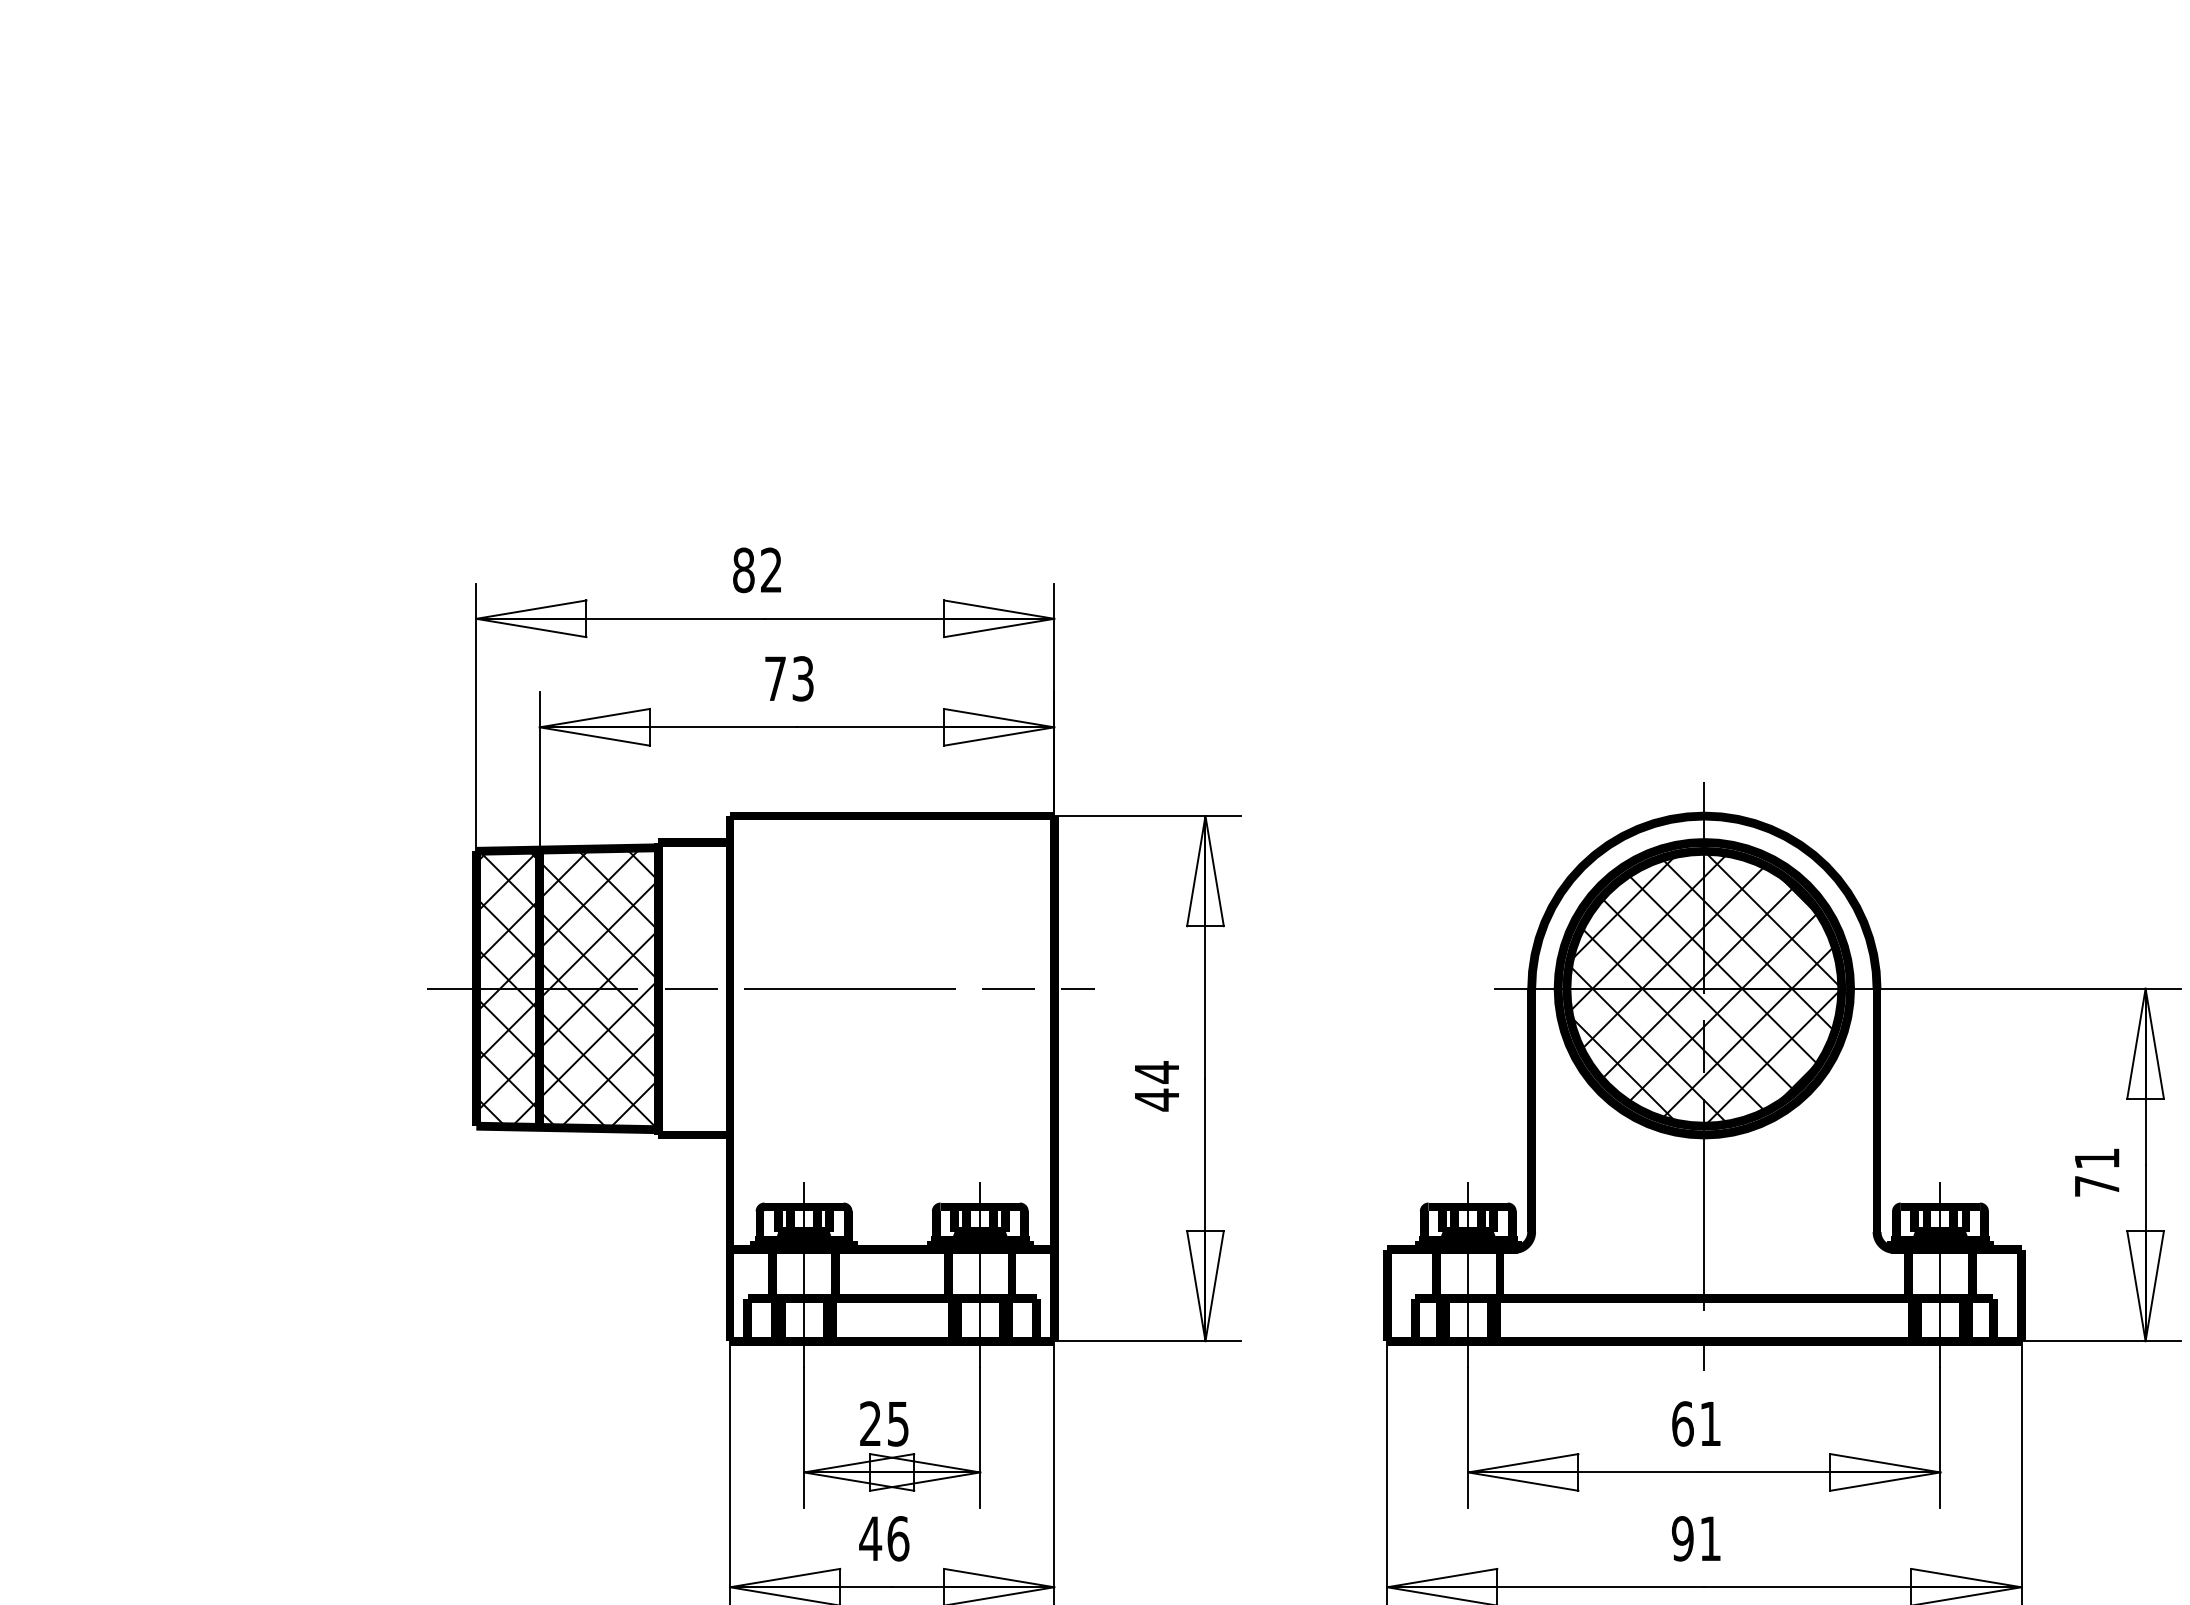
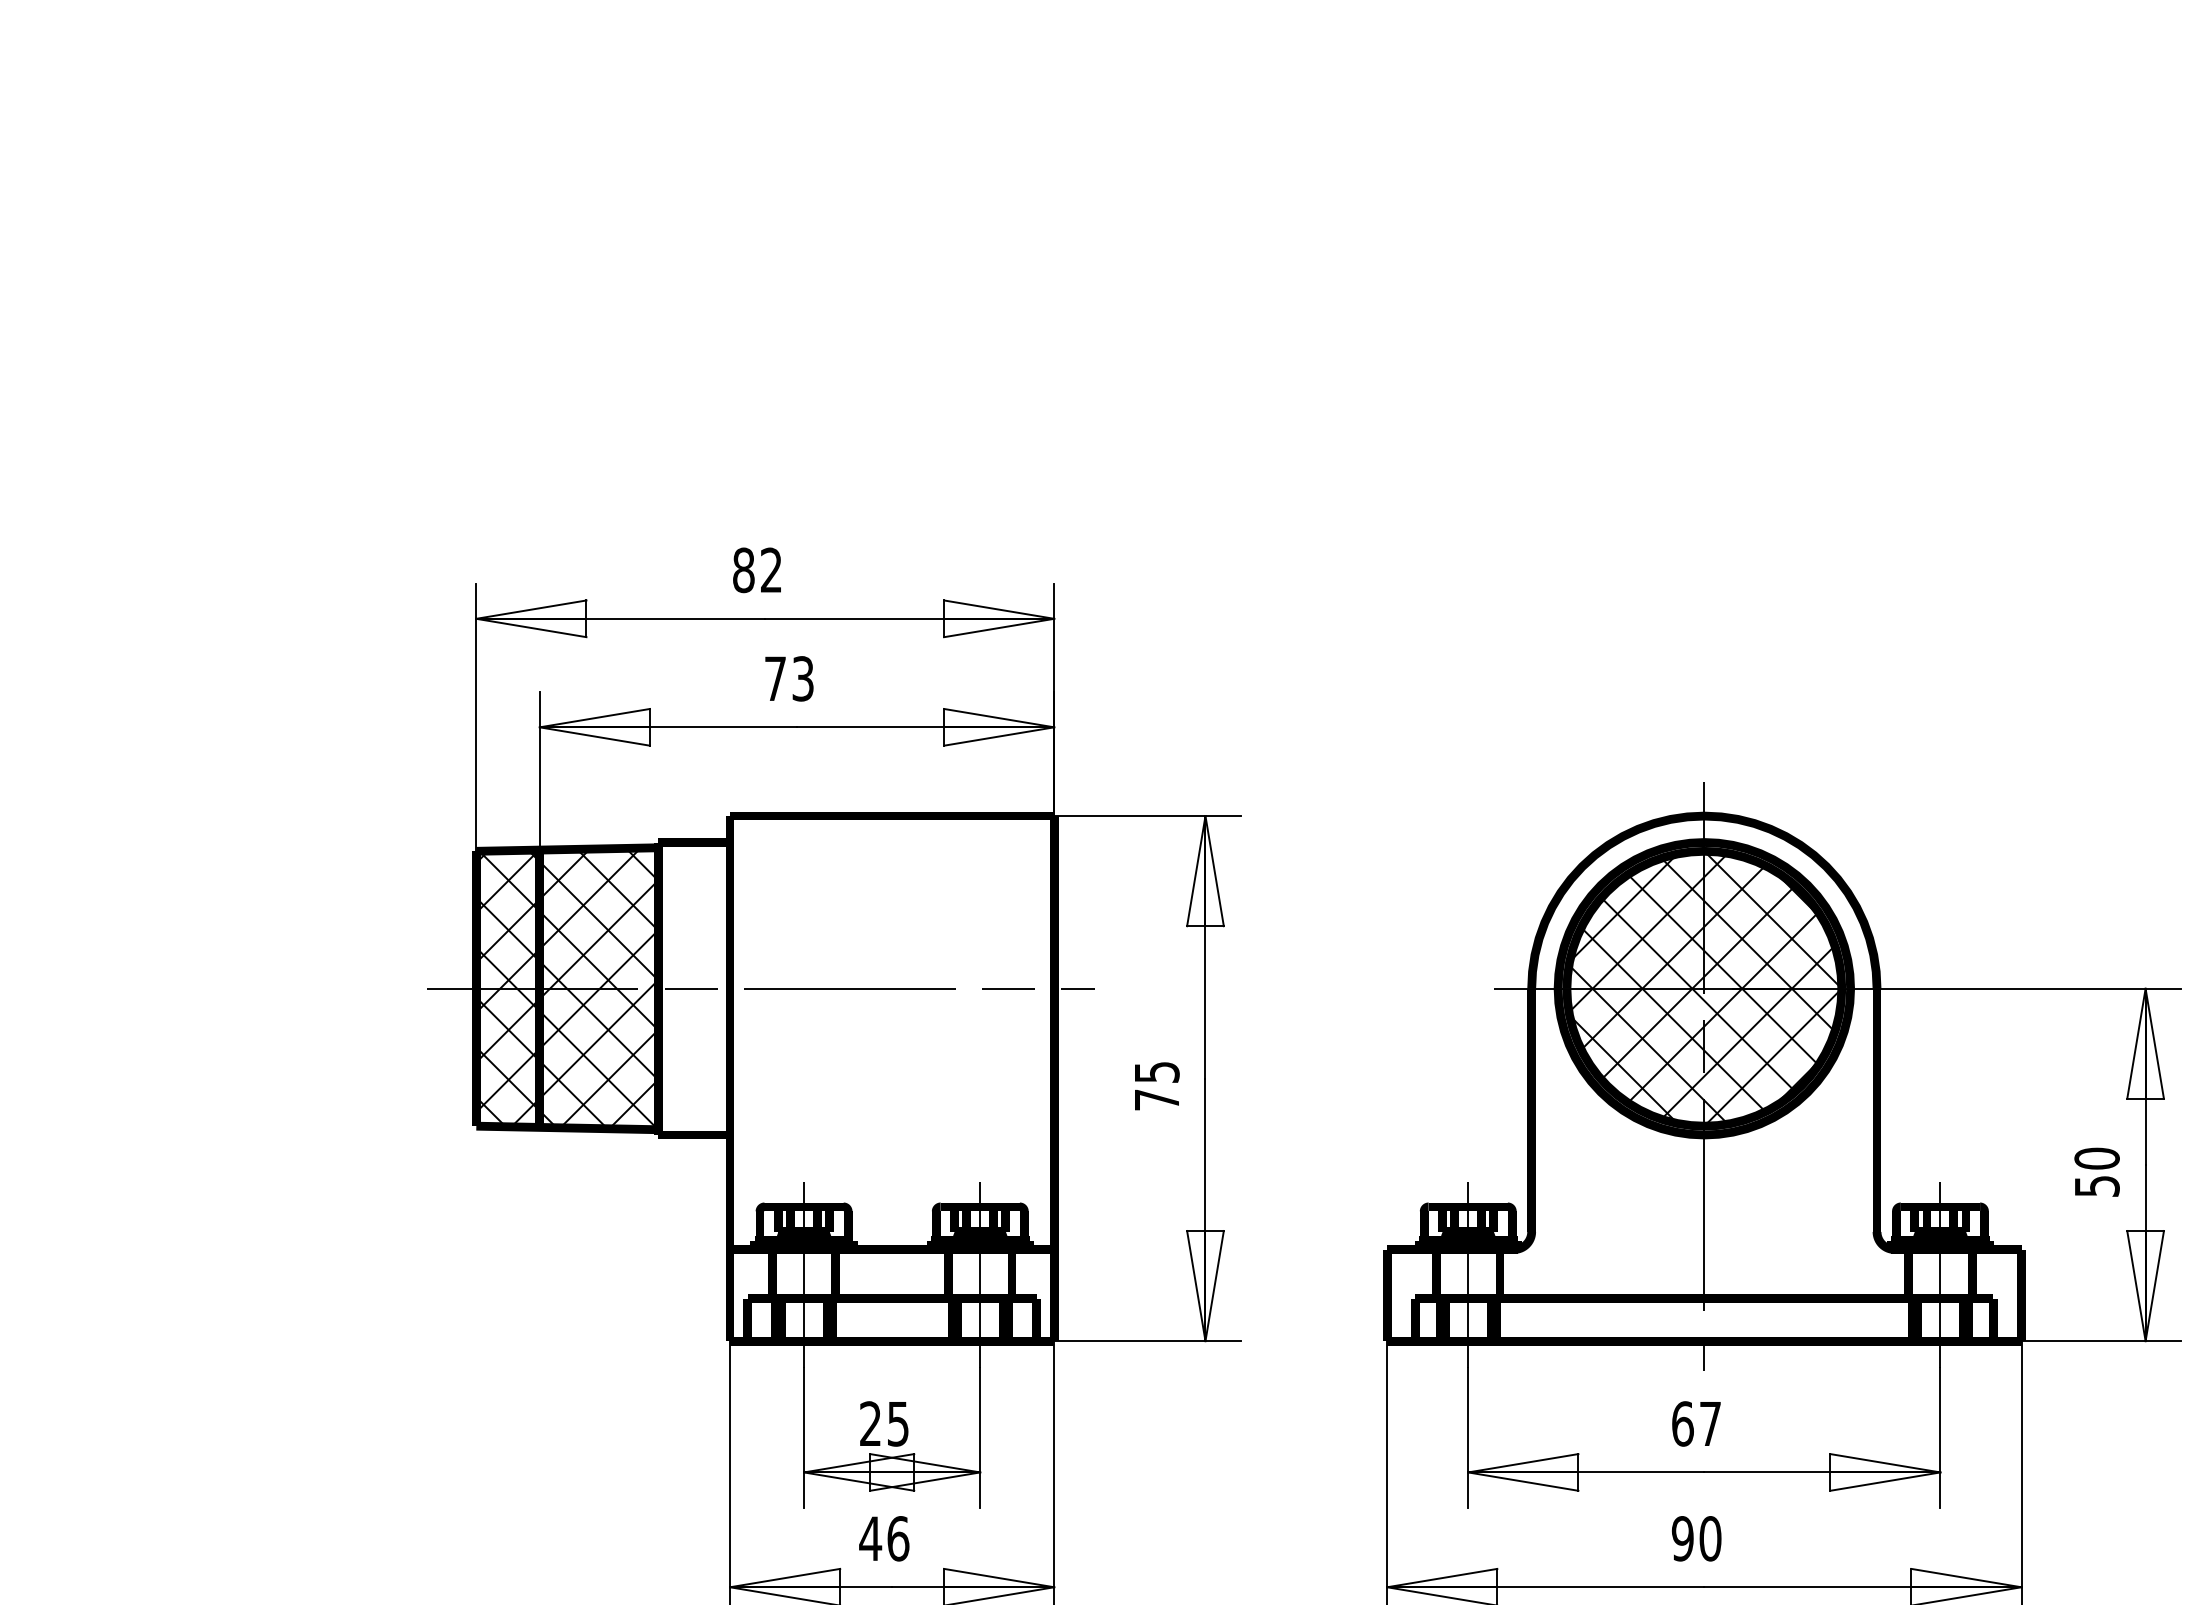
text at (1157, 1086): 44 -> 75
text at (2096, 1171): 71 -> 50
text at (1710, 1423): 61 -> 67
text at (1710, 1538): 91 -> 90
